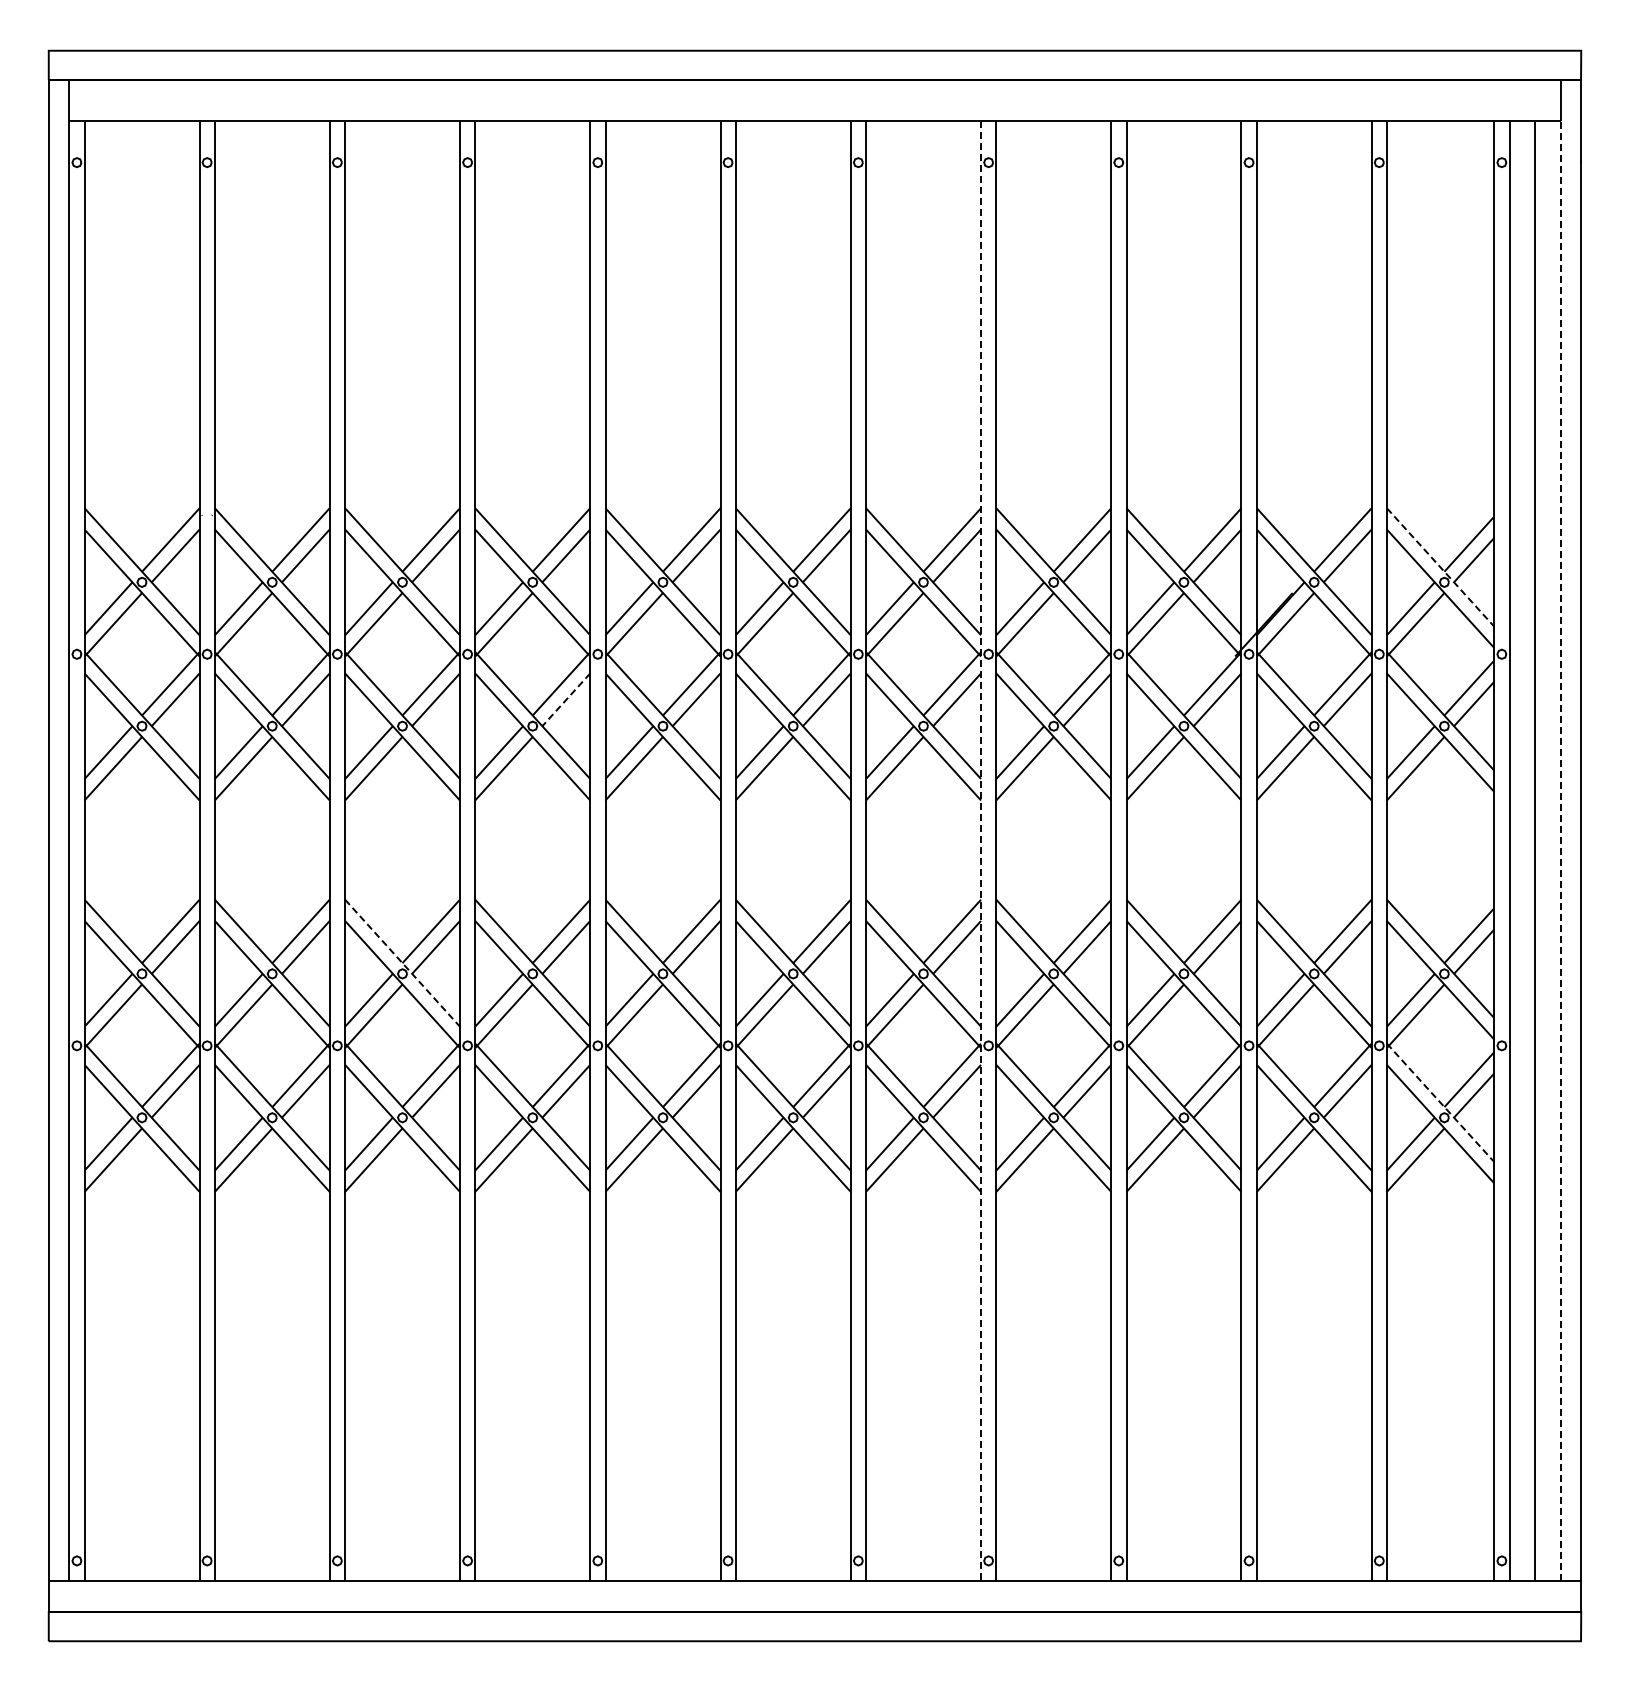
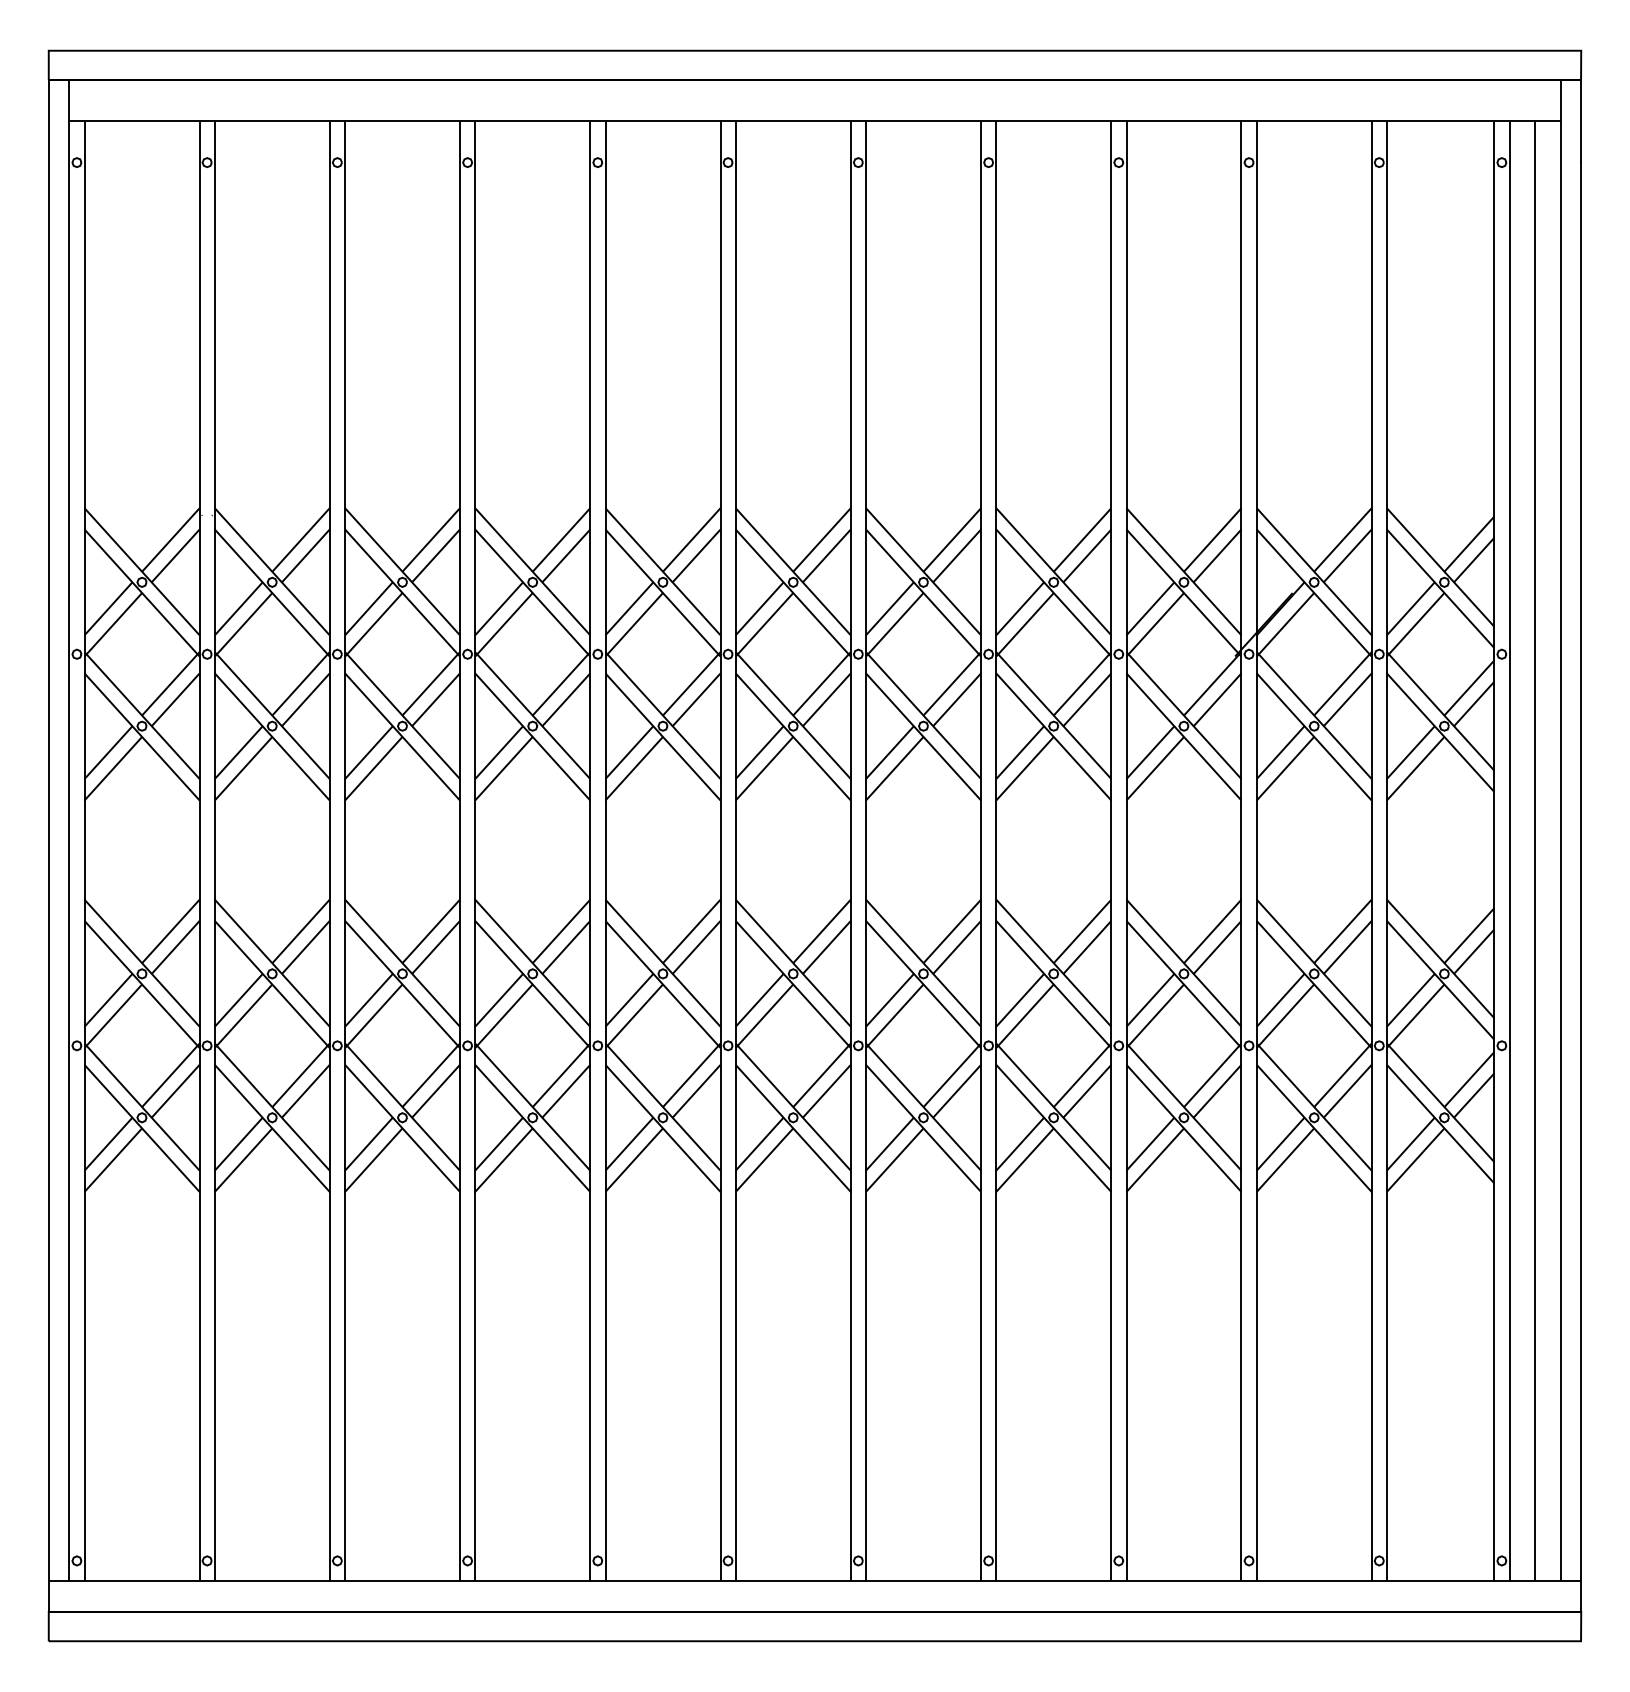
line at (1440, 567): dashed -> solid
line at (566, 699): dashed -> solid
line at (1560, 850): dashed -> solid
line at (981, 851): dashed -> solid
line at (402, 963): dashed -> solid
line at (1440, 1102): dashed -> solid
